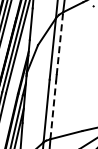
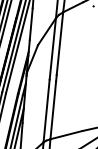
line at (59, 43): dashed -> solid
line at (53, 110): dashed -> solid
